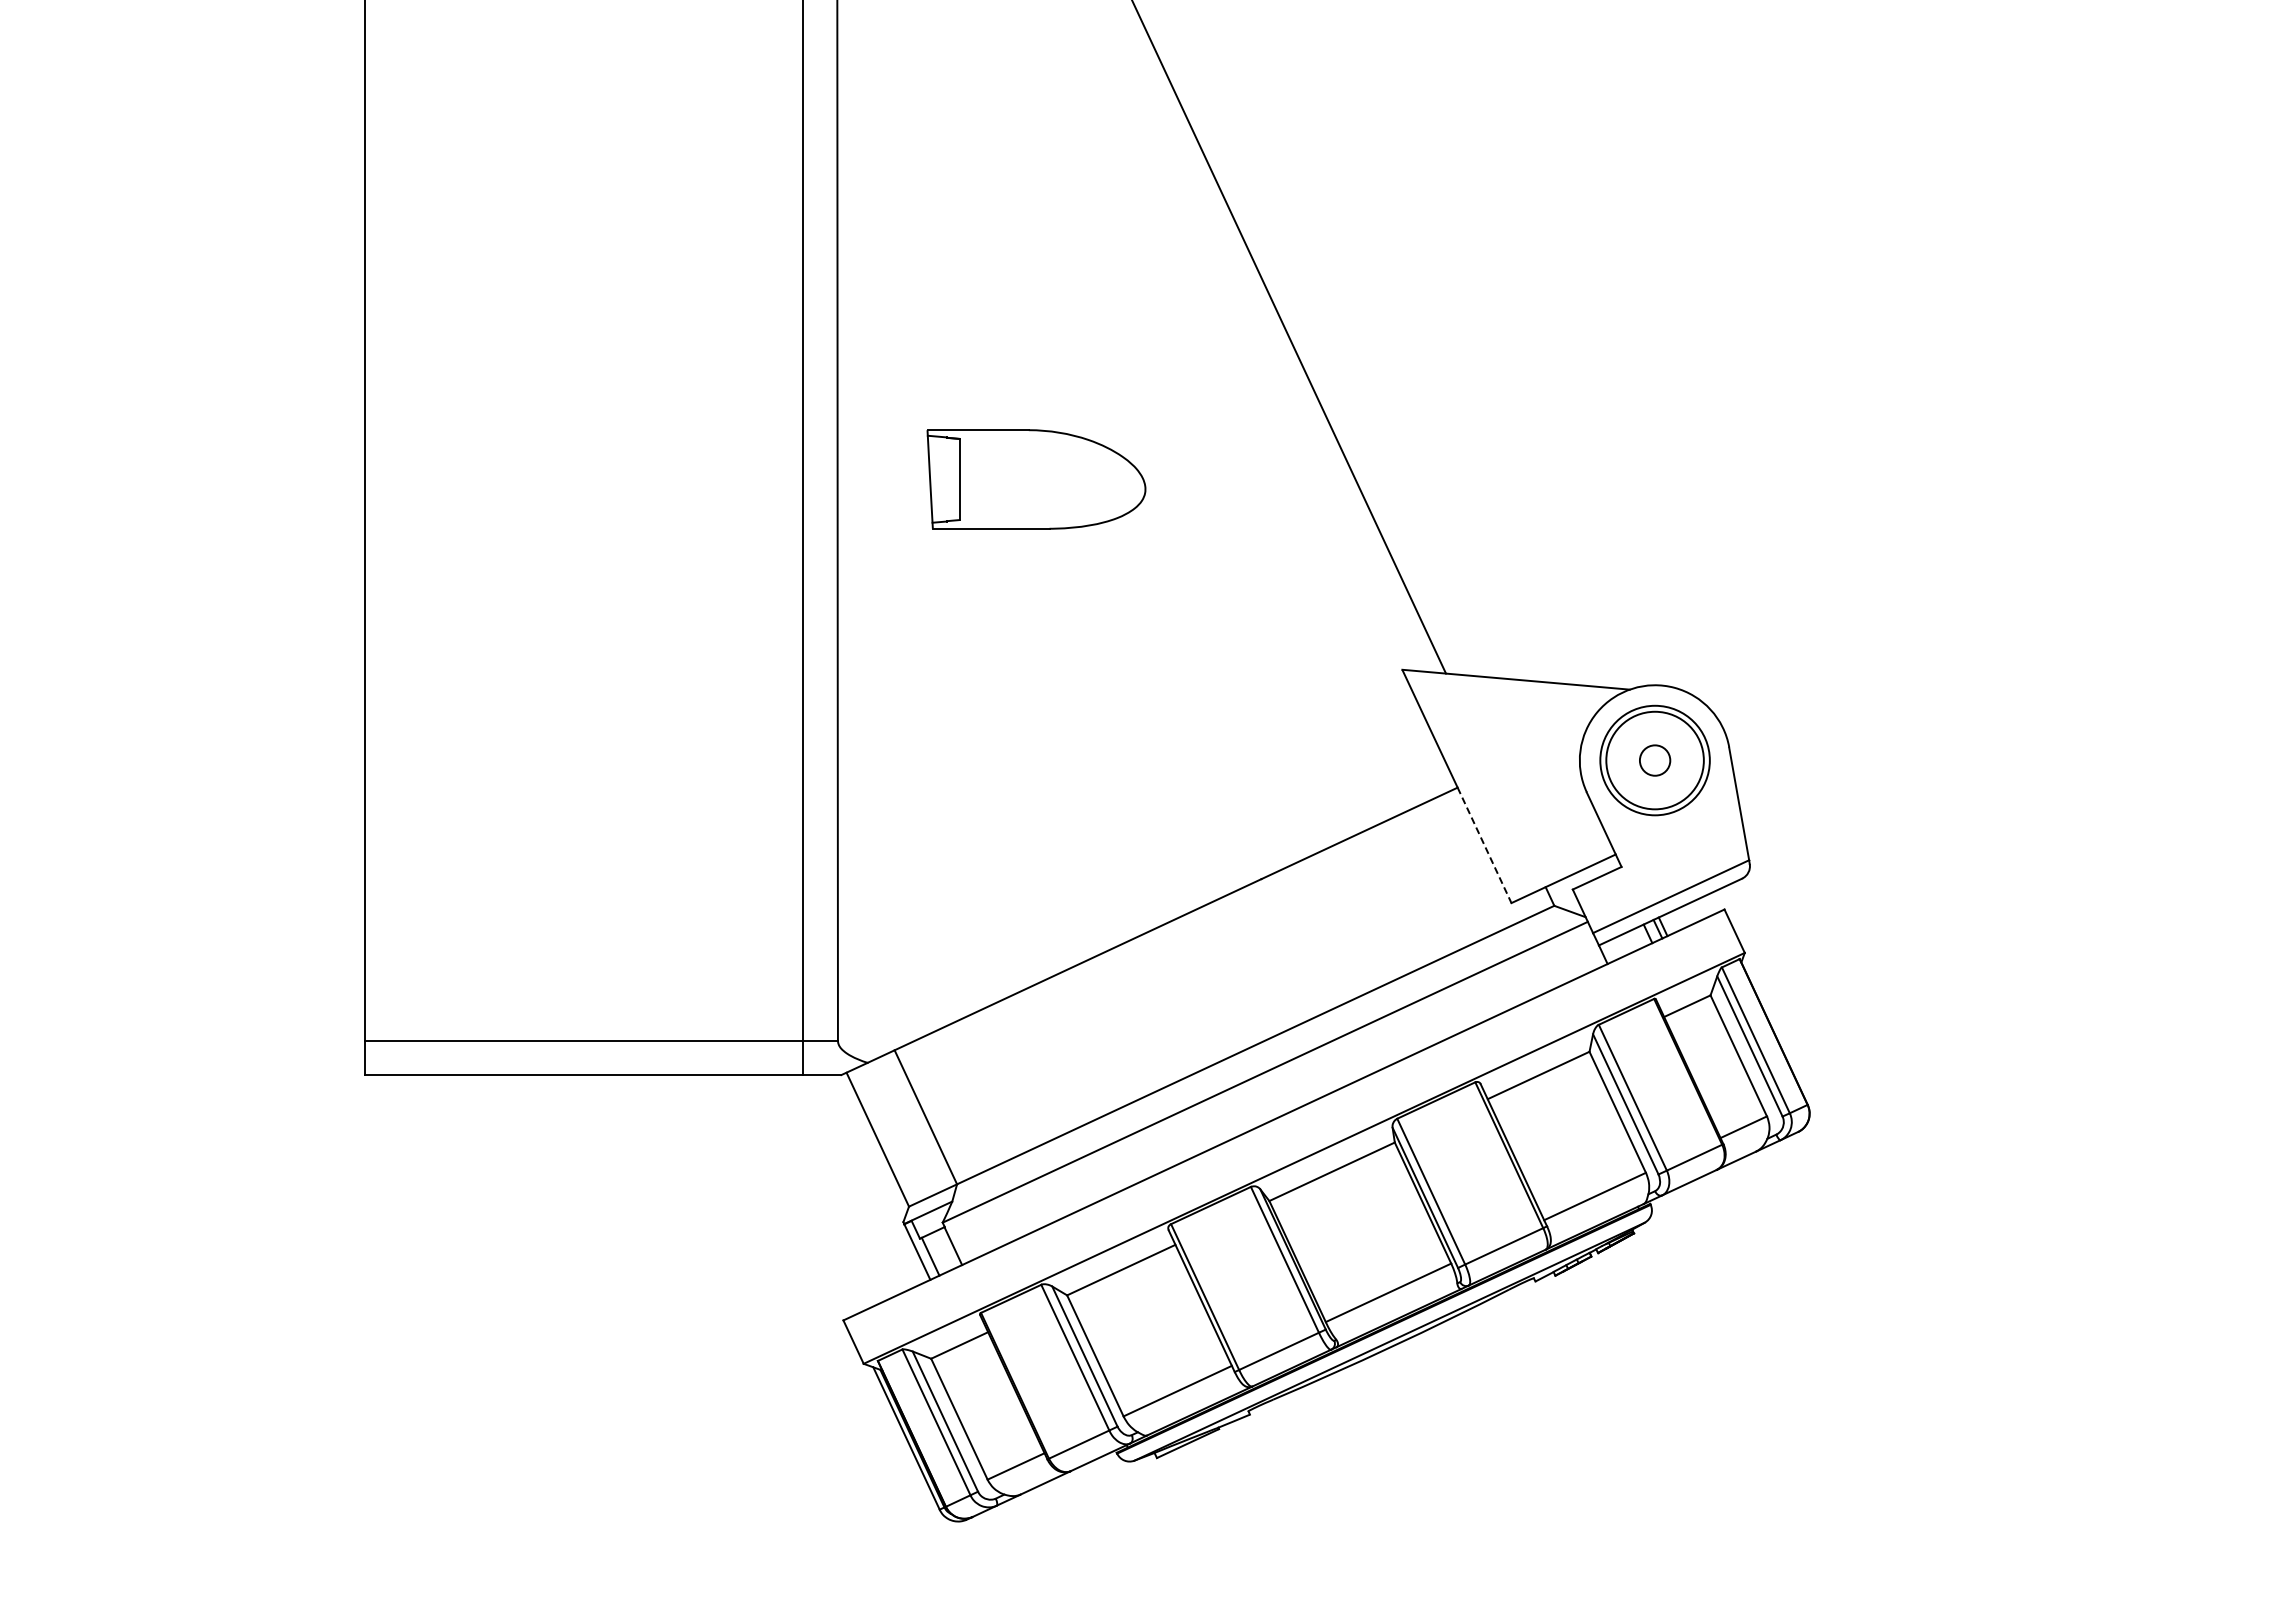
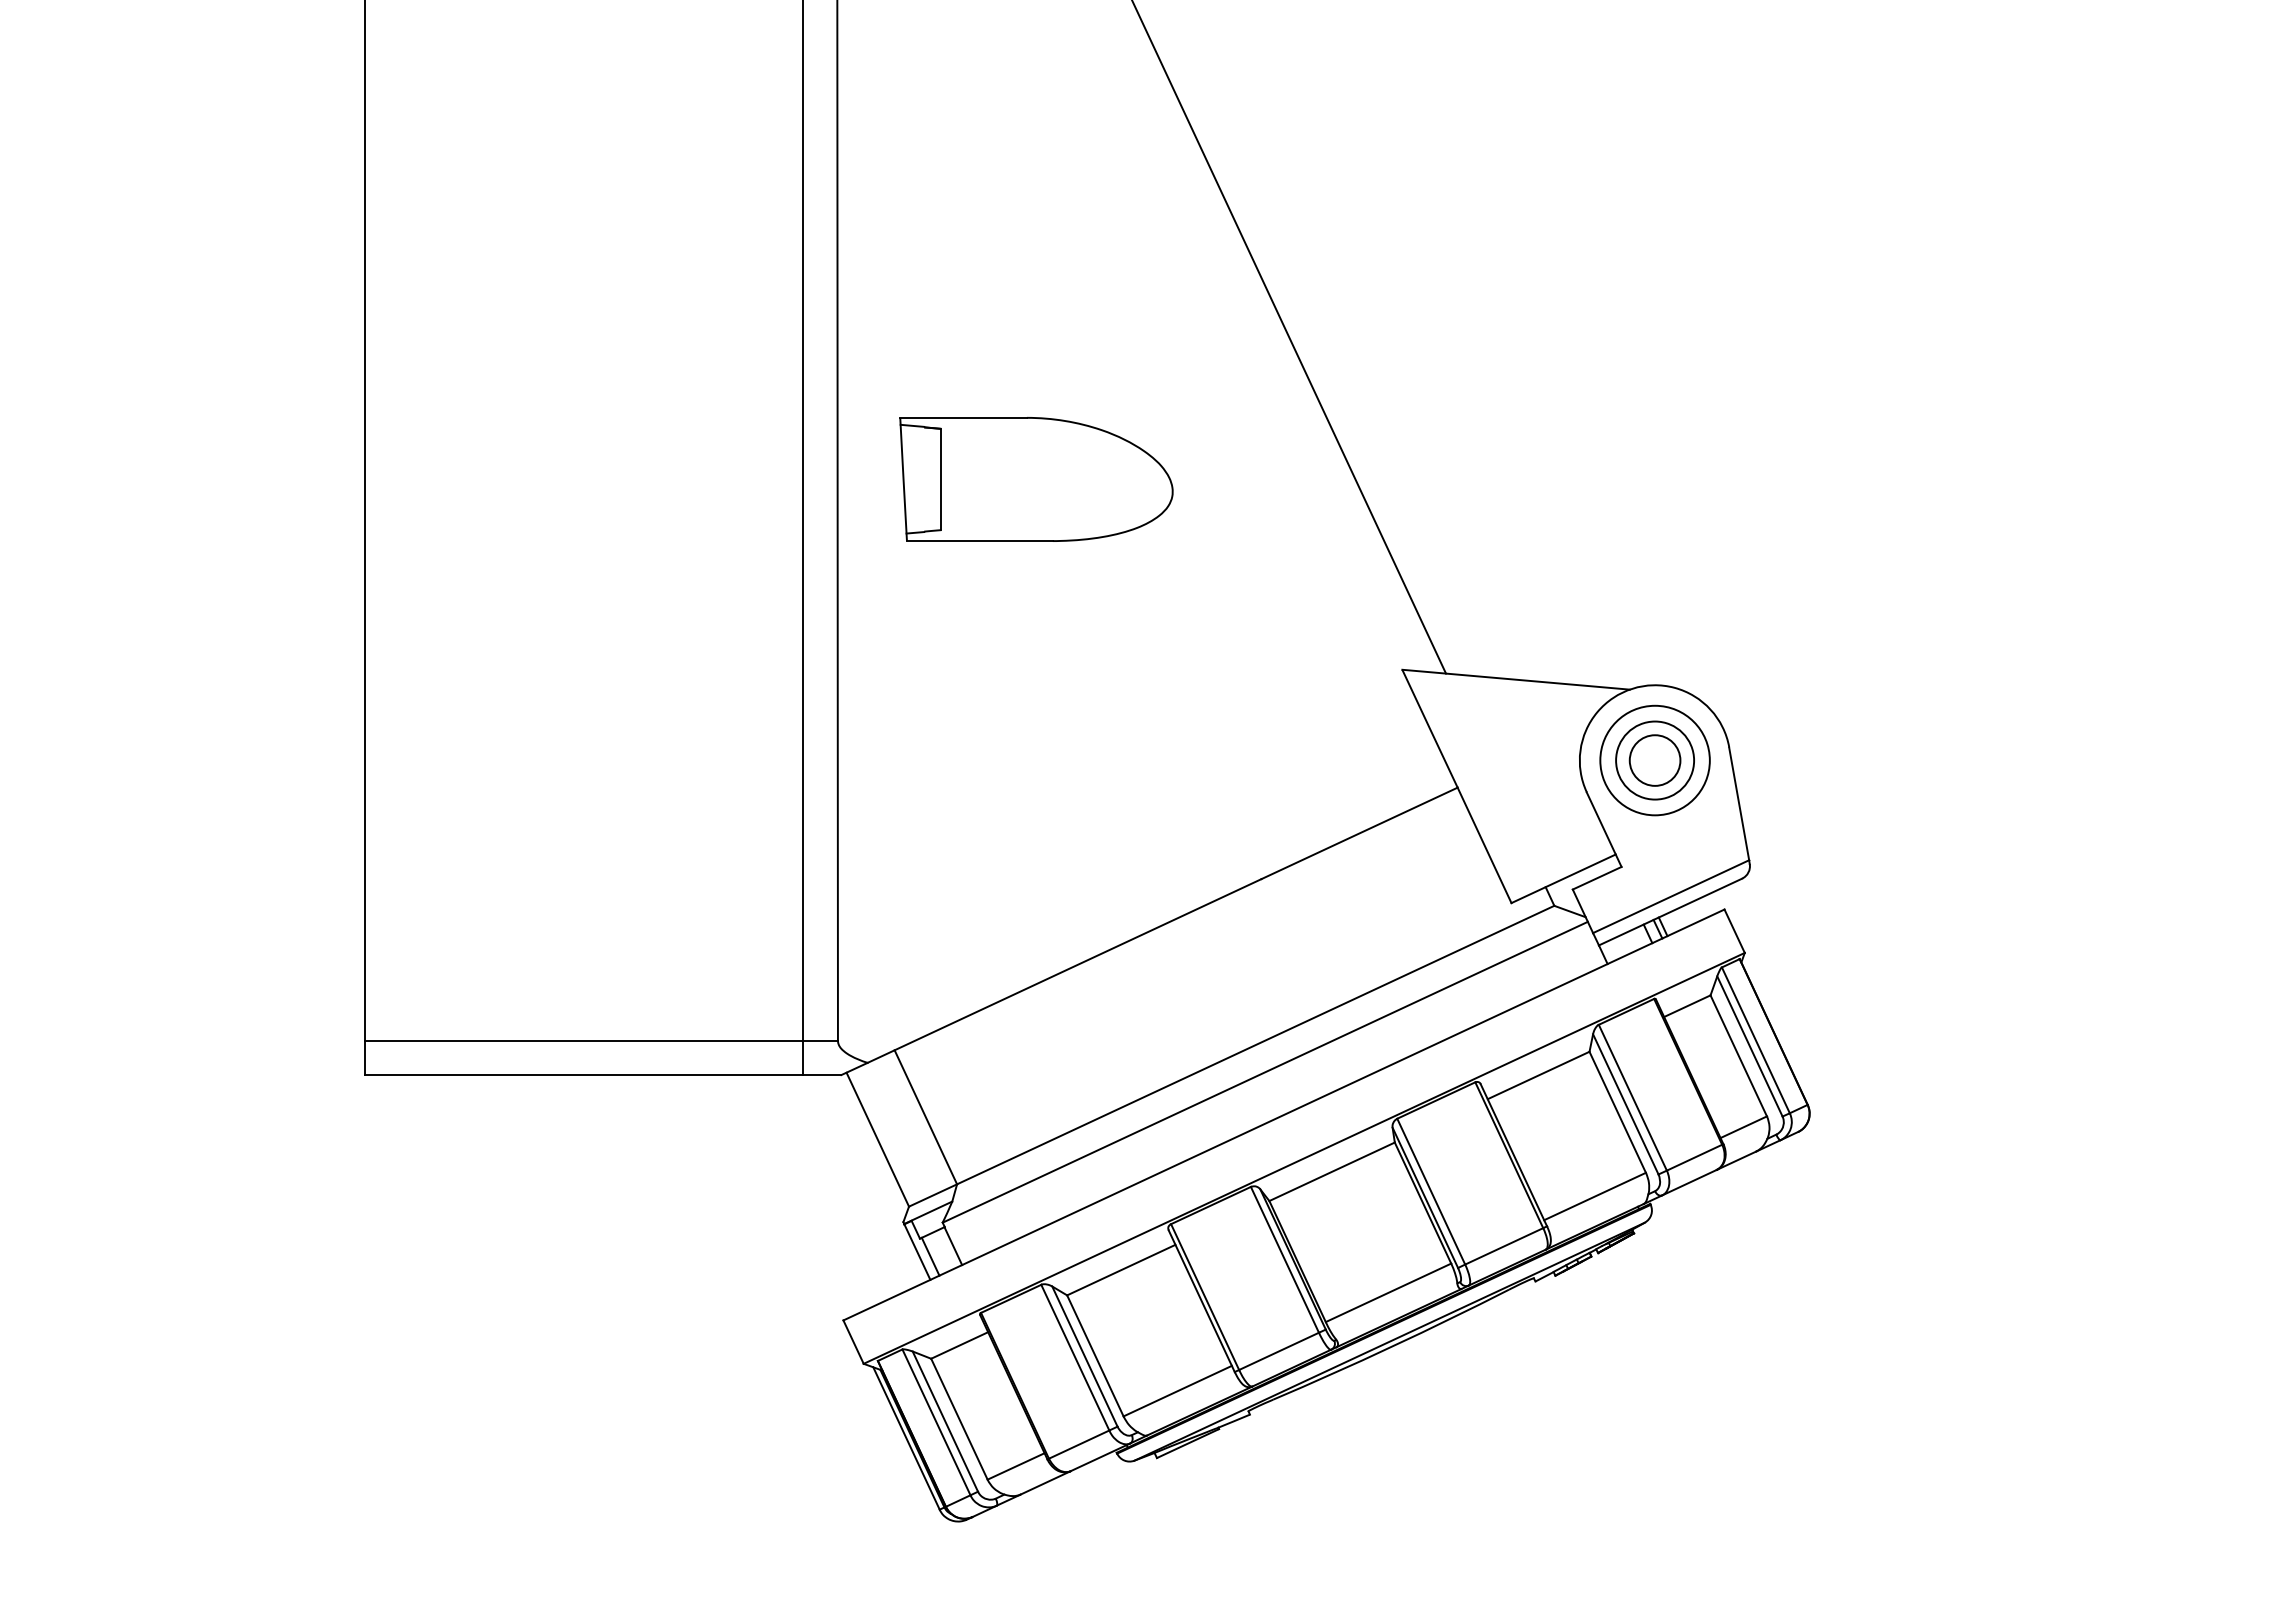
part at (1036, 479) size: 221x101 px -> 275x125 px
circle at (1654, 760) diameter: 30 px -> 51 px
circle at (1654, 760) diameter: 98 px -> 78 px
line at (1484, 845): dashed -> solid
